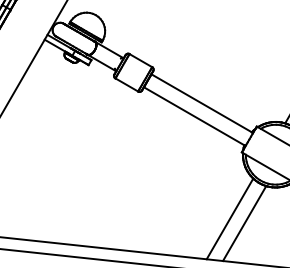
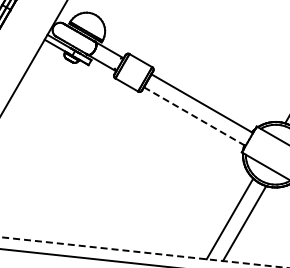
line at (194, 116): solid -> dashed
line at (143, 252): solid -> dashed
